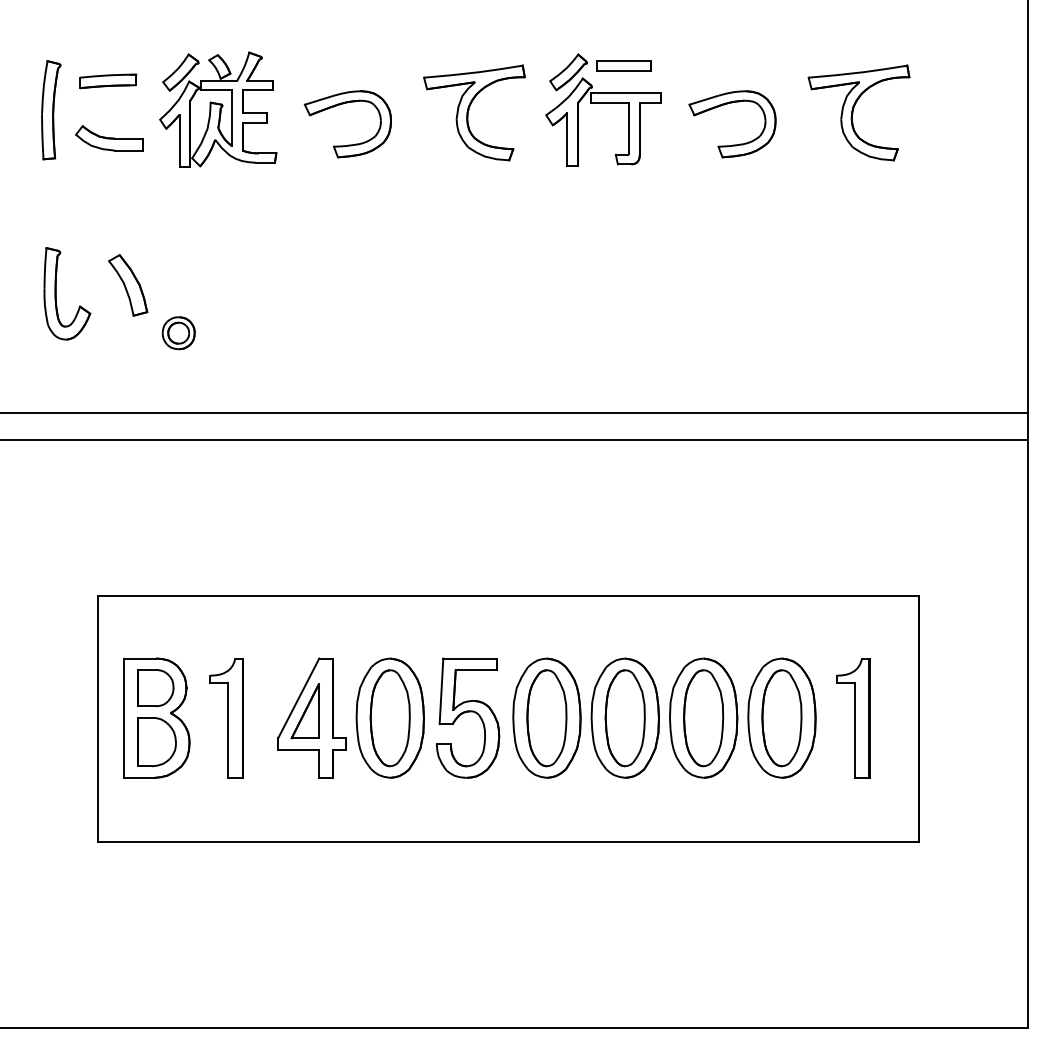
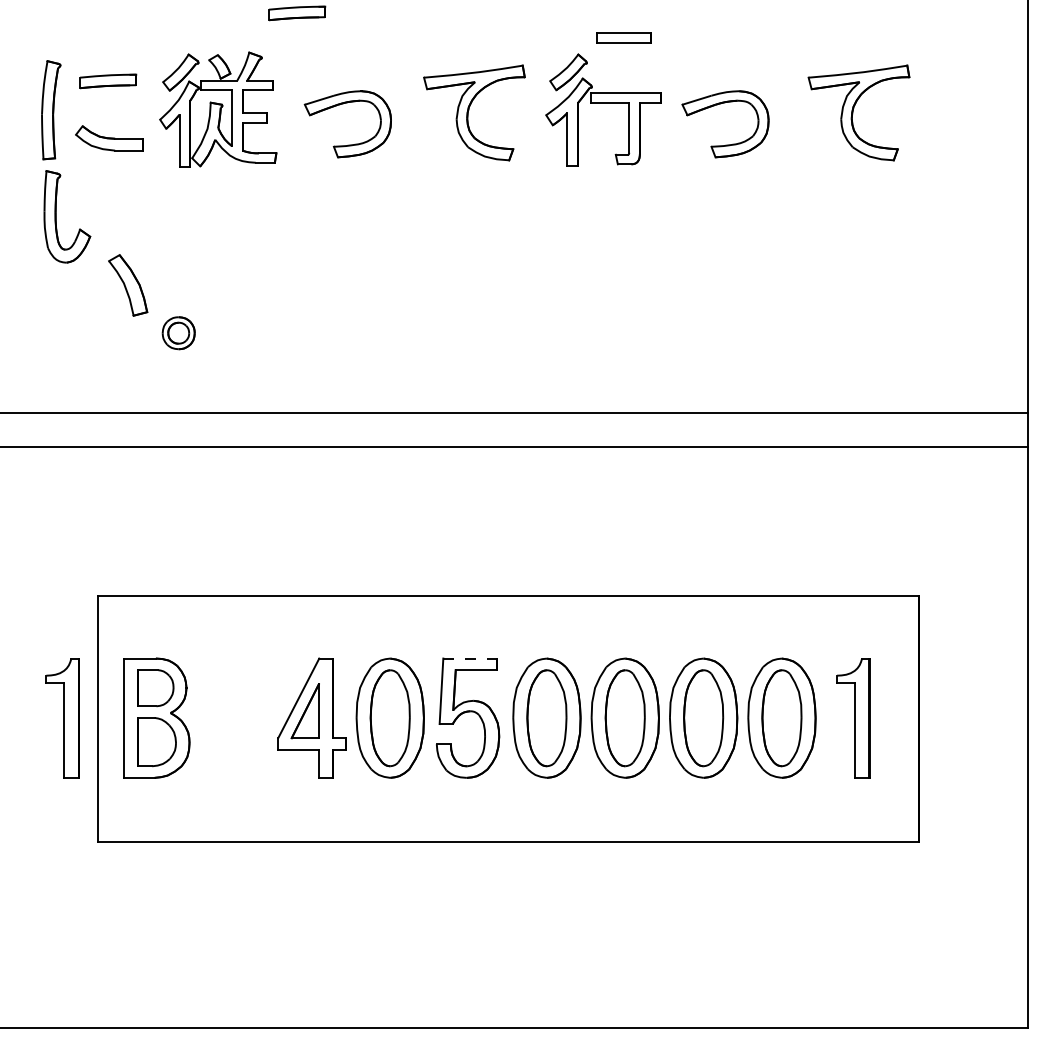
part at (297, 13): none -> present
part at (623, 65) position: (623, 65) -> (623, 37)
part at (732, 144) position: (732, 144) -> (725, 144)
part at (56, 293) position: (56, 293) -> (56, 216)
line at (515, 439) position: (515, 439) -> (515, 446)
line at (470, 658): solid -> dashed
part at (226, 718) position: (226, 718) -> (62, 718)
